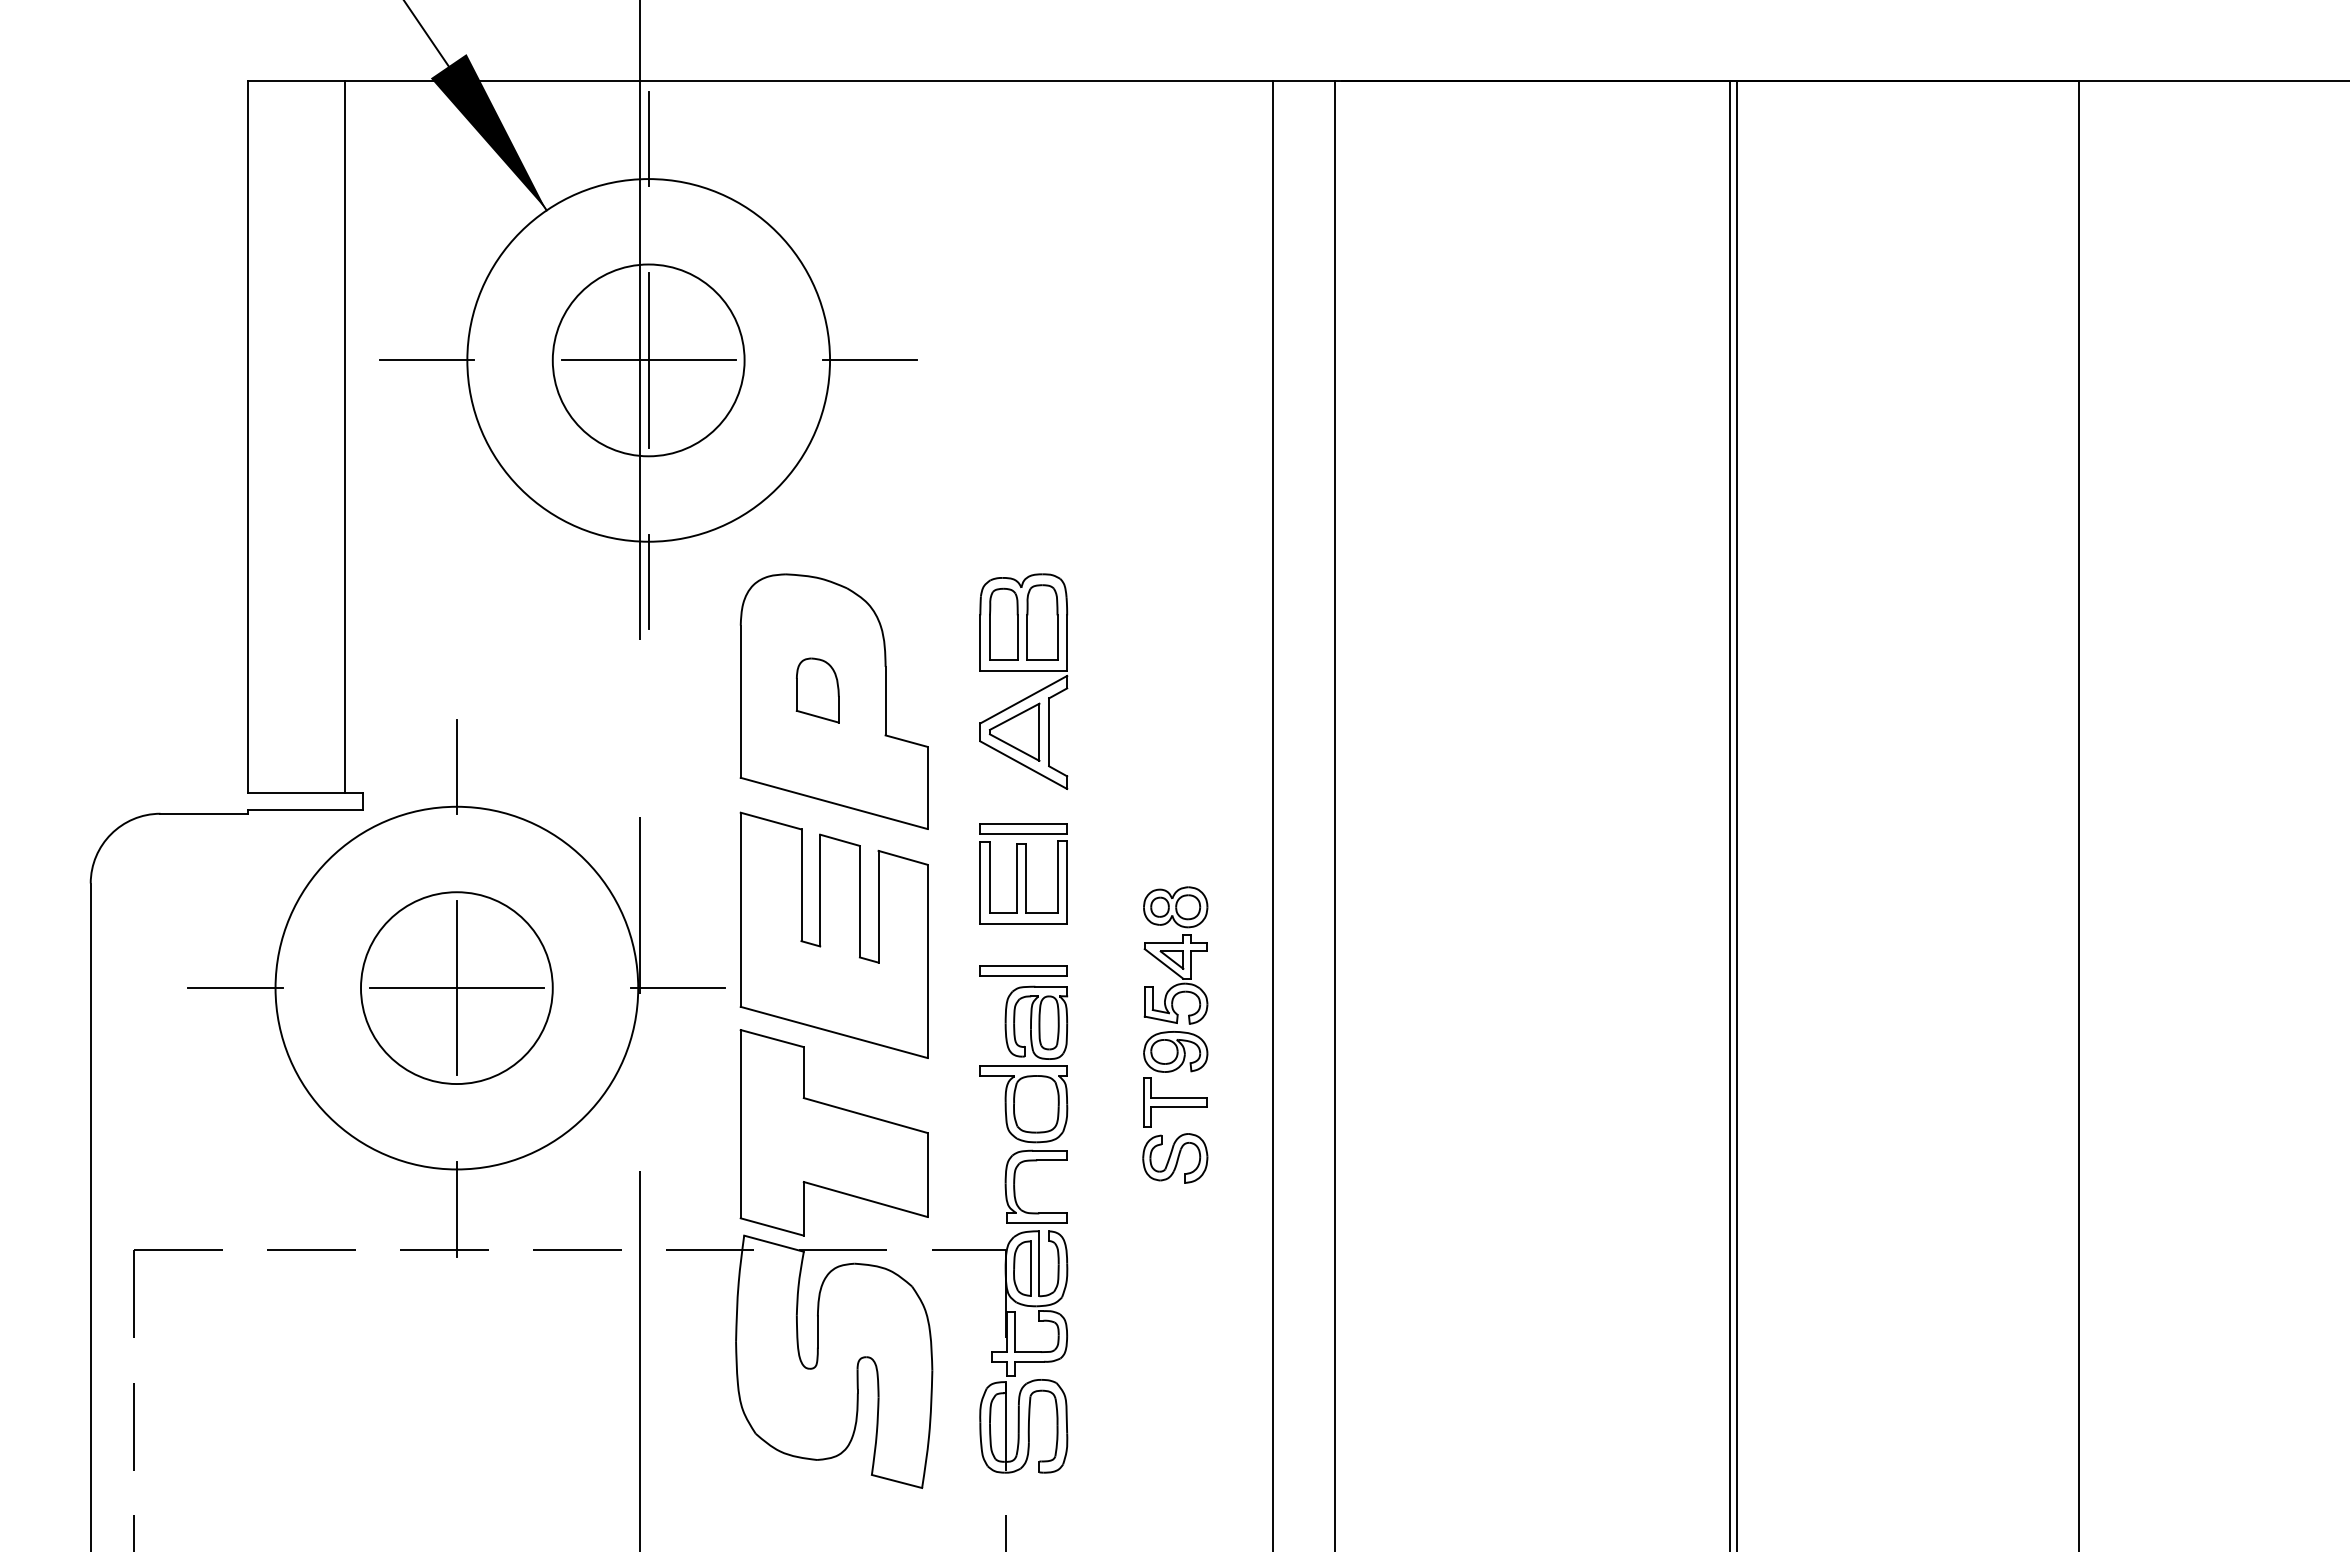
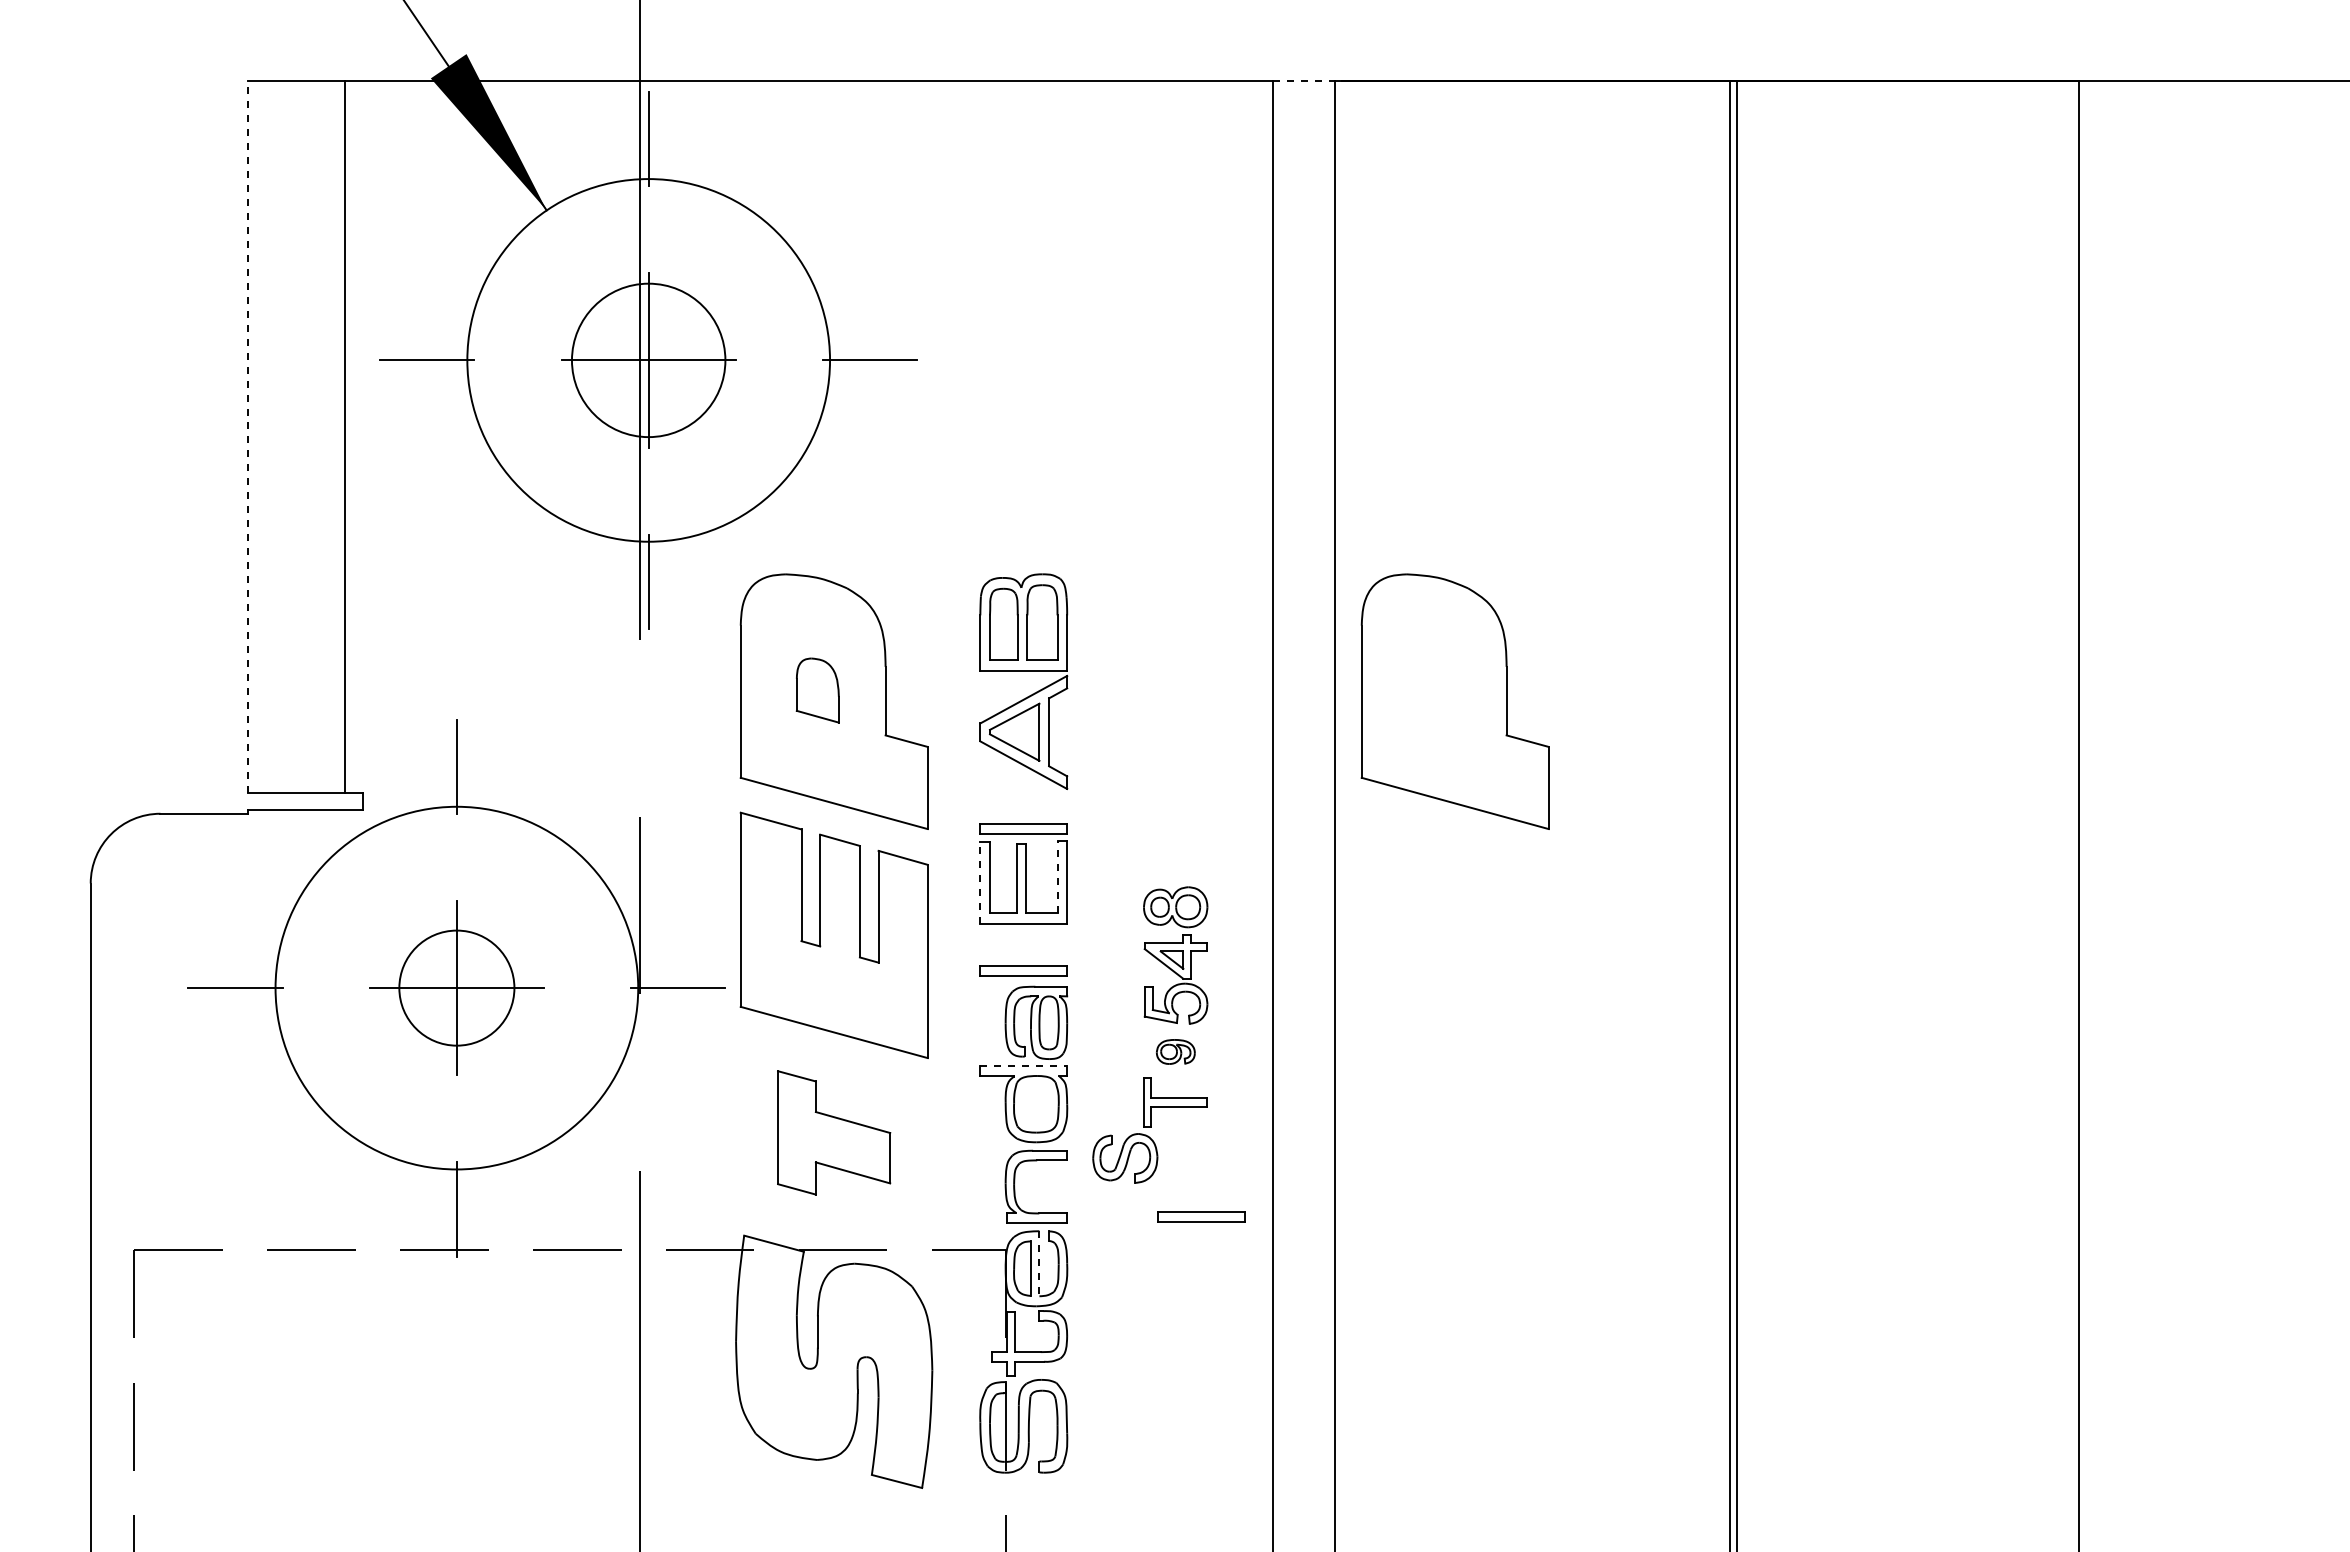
line at (1304, 81): solid -> dashed
circle at (648, 360) diameter: 192 px -> 153 px
line at (247, 437): solid -> dashed
part at (1454, 701): none -> present
line at (1057, 876): solid -> dashed
line at (980, 882): solid -> dashed
circle at (456, 988) diameter: 192 px -> 115 px
part at (1175, 1051) size: 66x42 px -> 40x26 px
line at (1024, 1066): solid -> dashed
part at (833, 1132) size: 190x208 px -> 115x126 px
part at (1175, 1158) position: (1175, 1158) -> (1125, 1158)
part at (1201, 1216): none -> present
line at (1039, 1263): solid -> dashed
